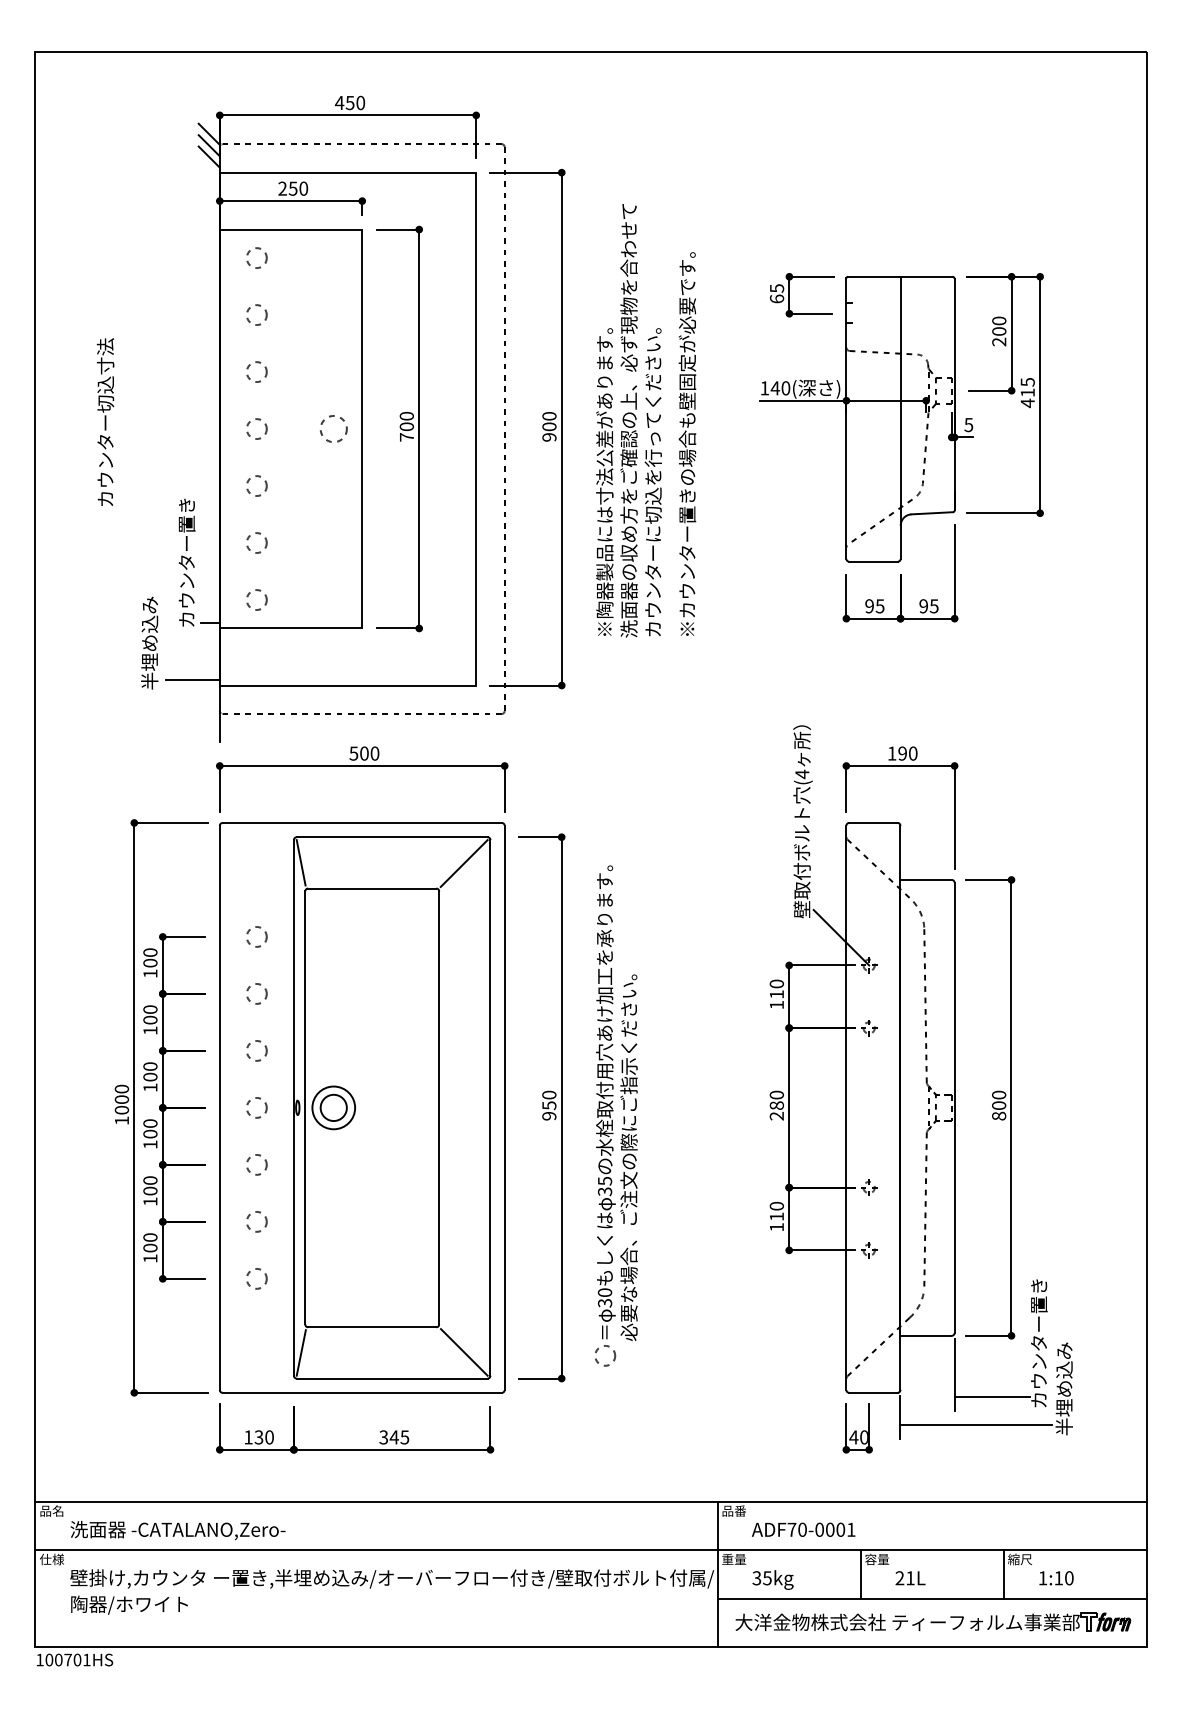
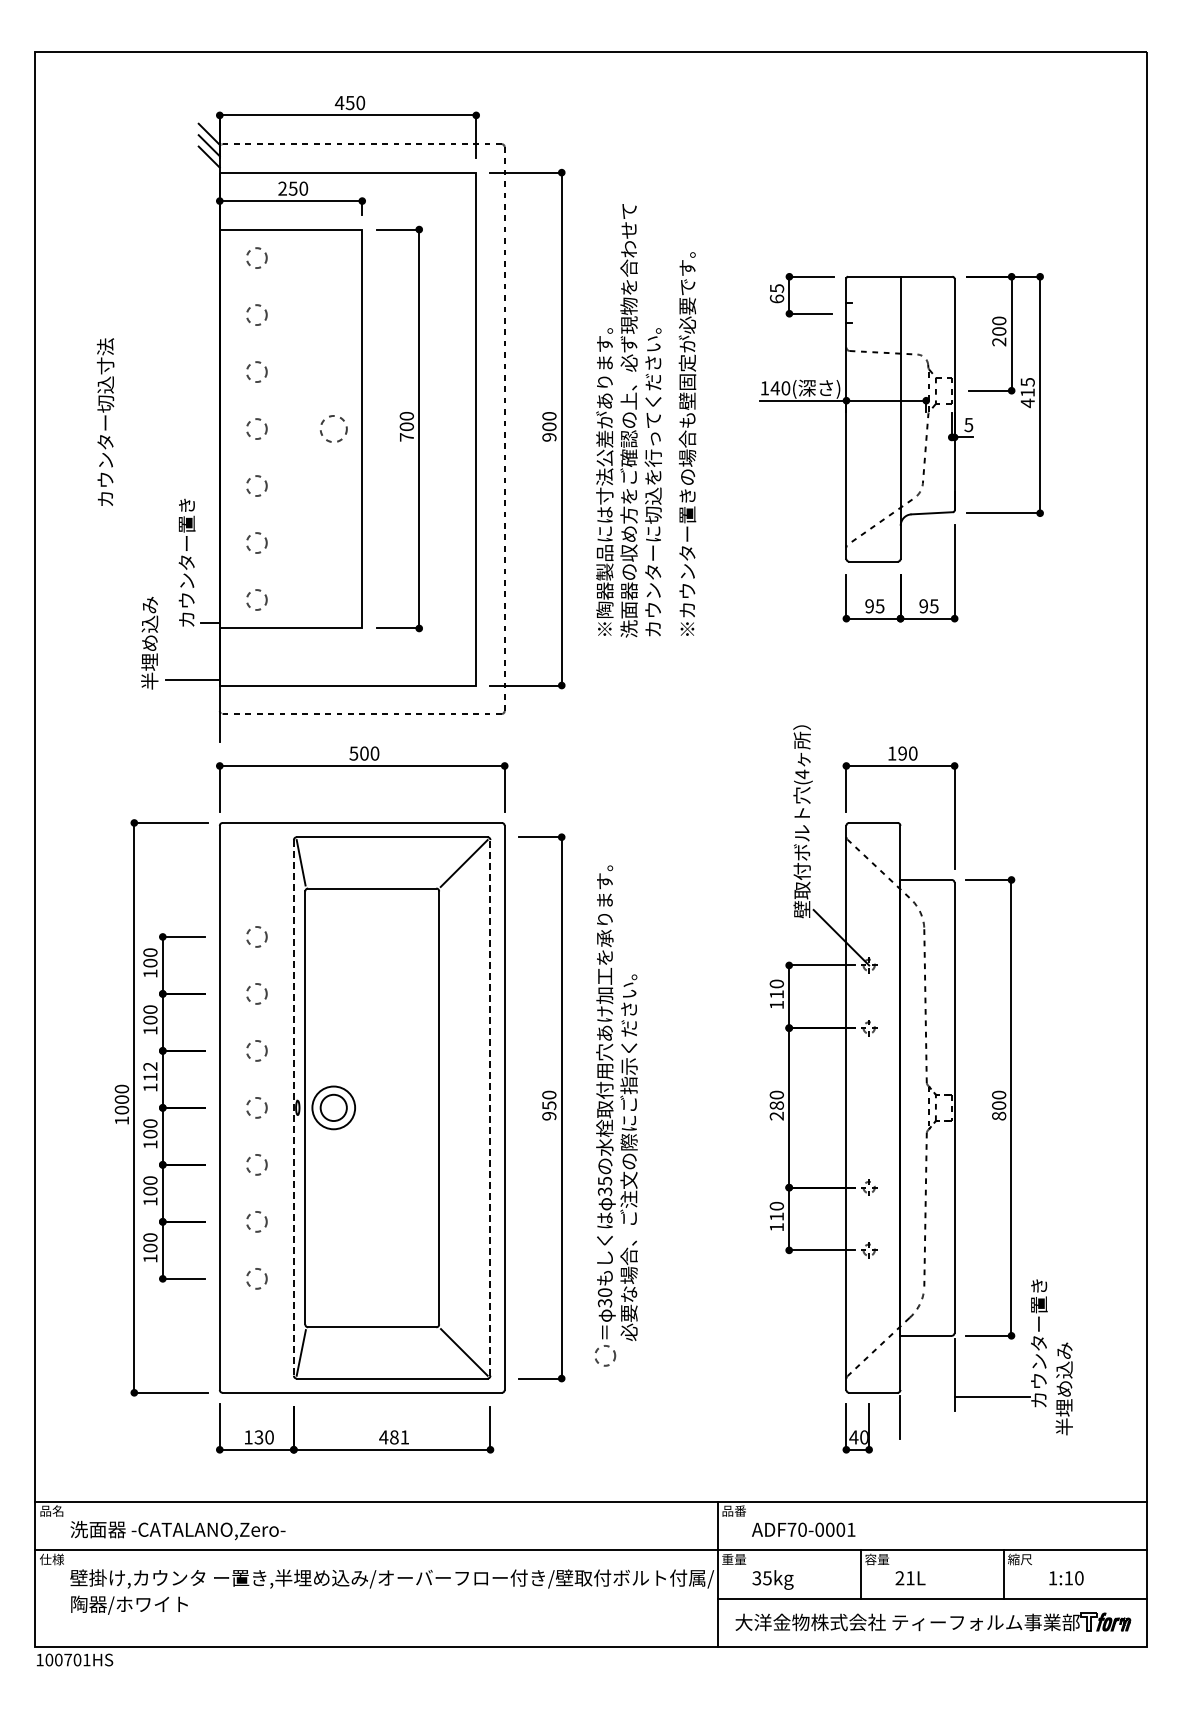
text at (150, 1071): 100 -> 112
line at (293, 1107): solid -> dashed
line at (490, 1107): solid -> dashed
line at (975, 1425): present -> none
text at (394, 1437): 345 -> 481
text at (1056, 1578) position: (1056, 1578) -> (1066, 1578)
